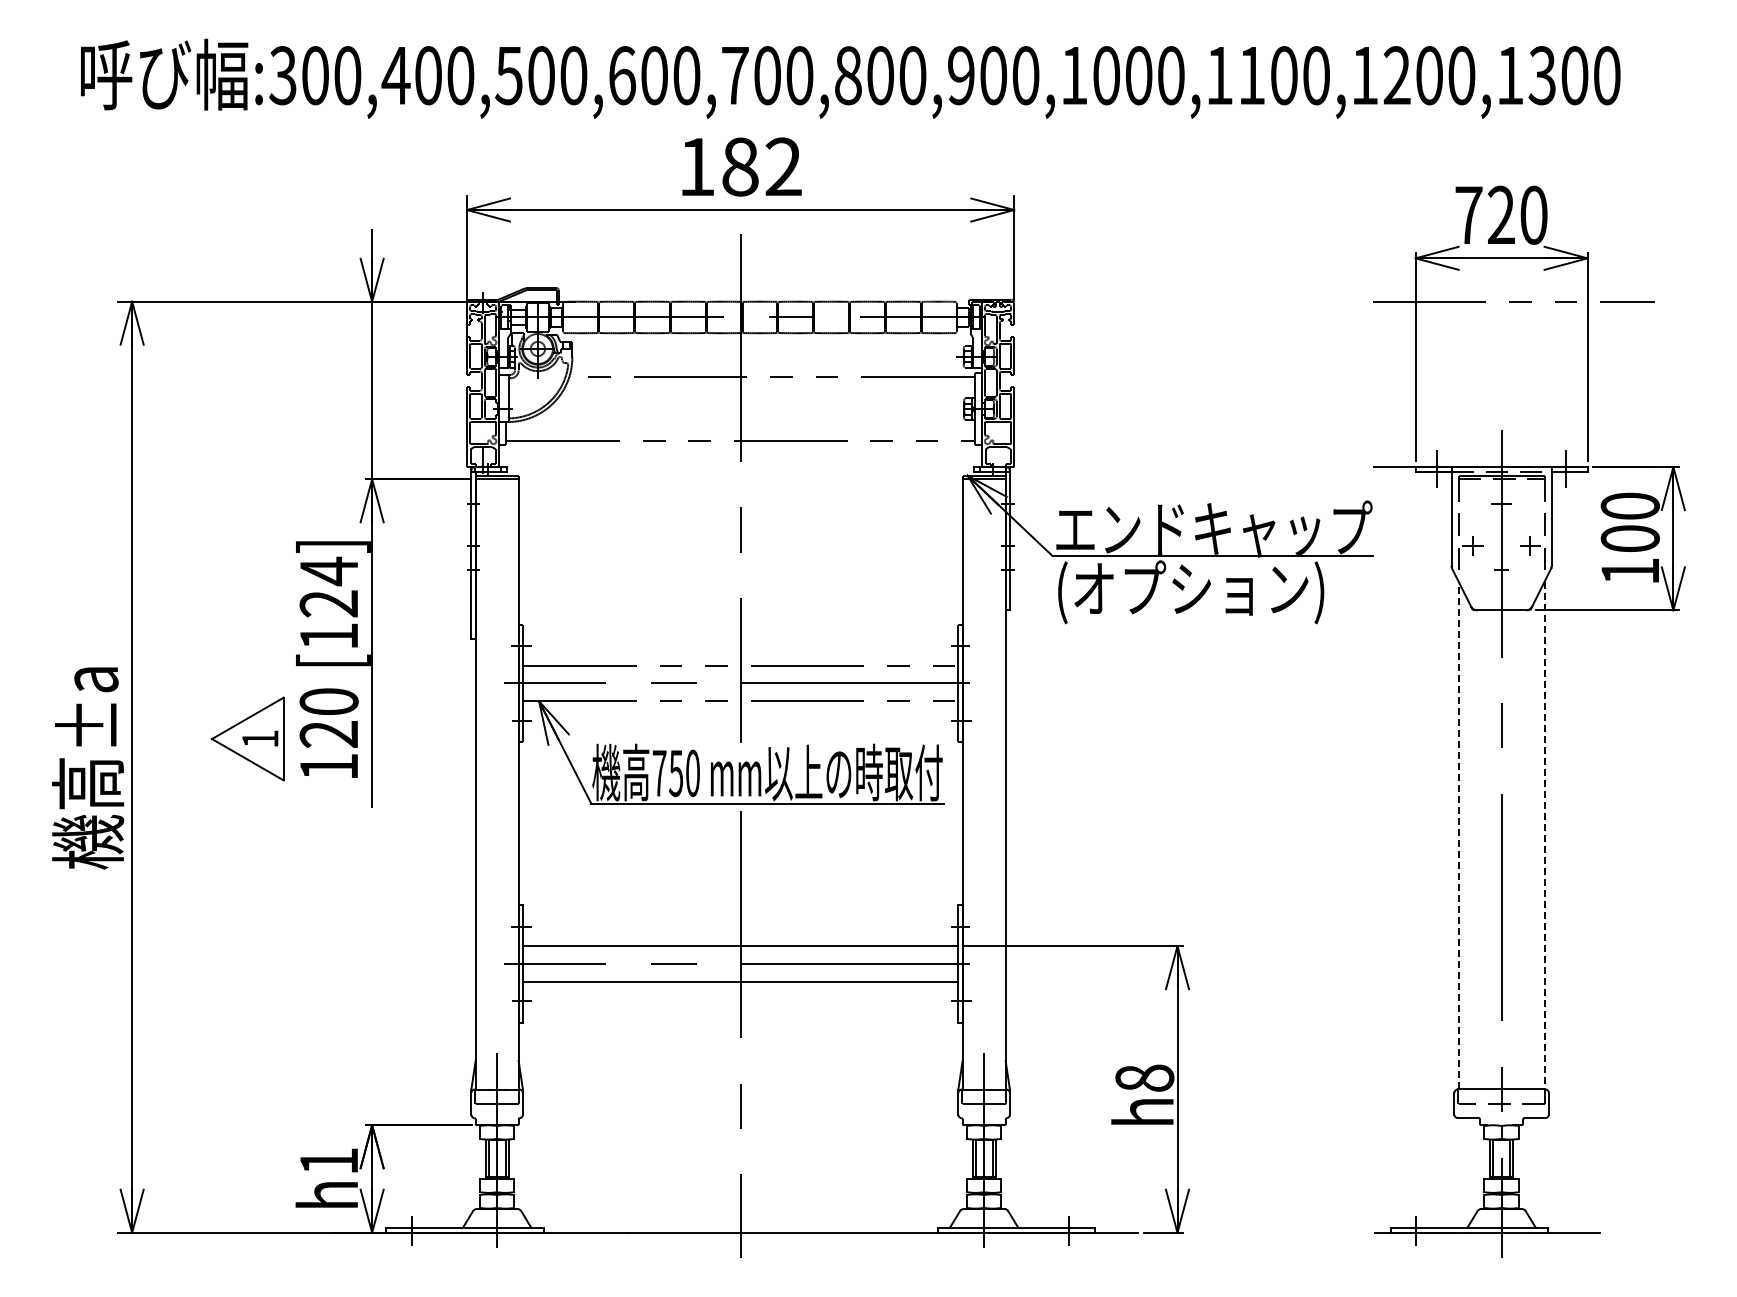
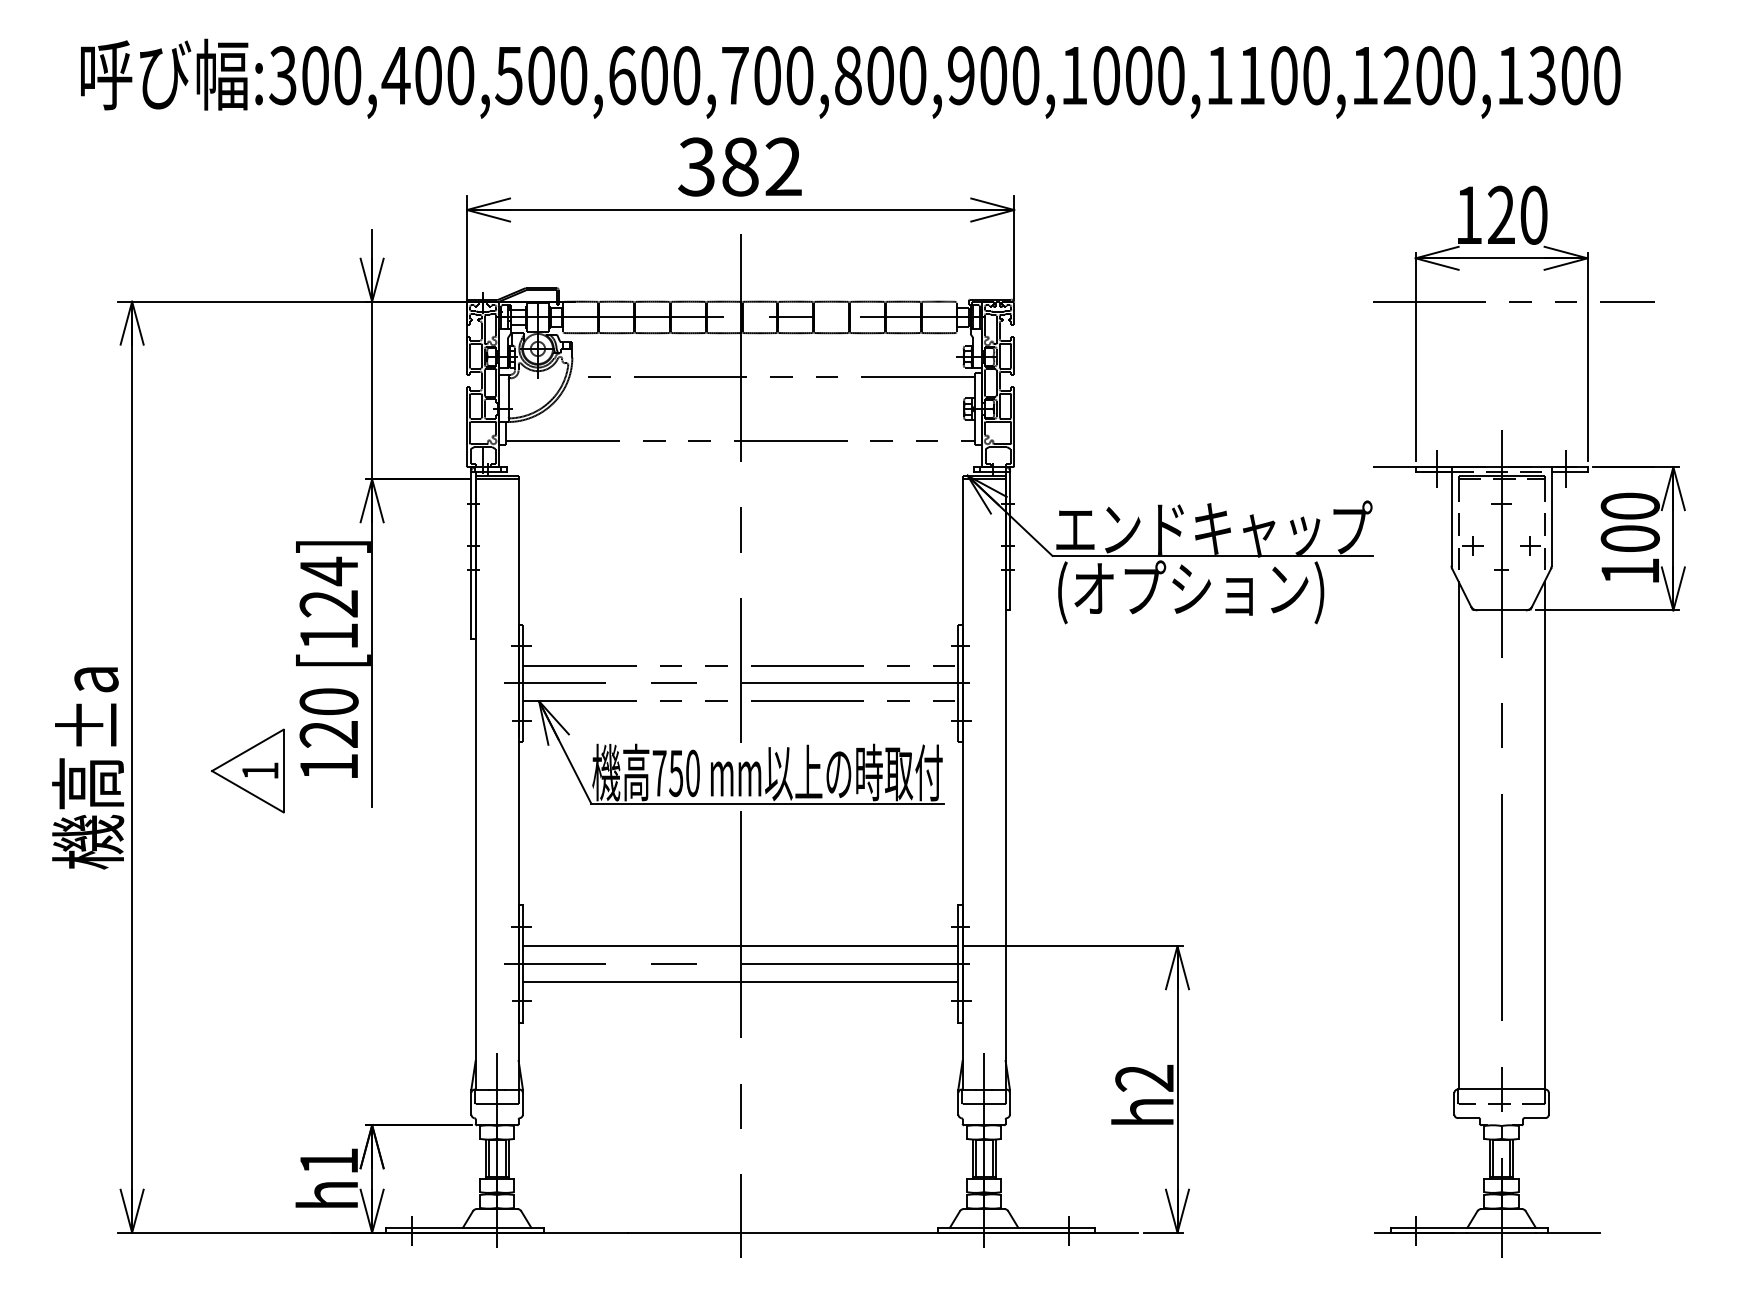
text at (696, 166): 182 -> 382
text at (1468, 214): 720 -> 120
part at (247, 738) position: (247, 738) -> (247, 770)
line at (1458, 835): dashed -> solid
line at (1544, 835): dashed -> solid
text at (1144, 1077): h8 -> h2
